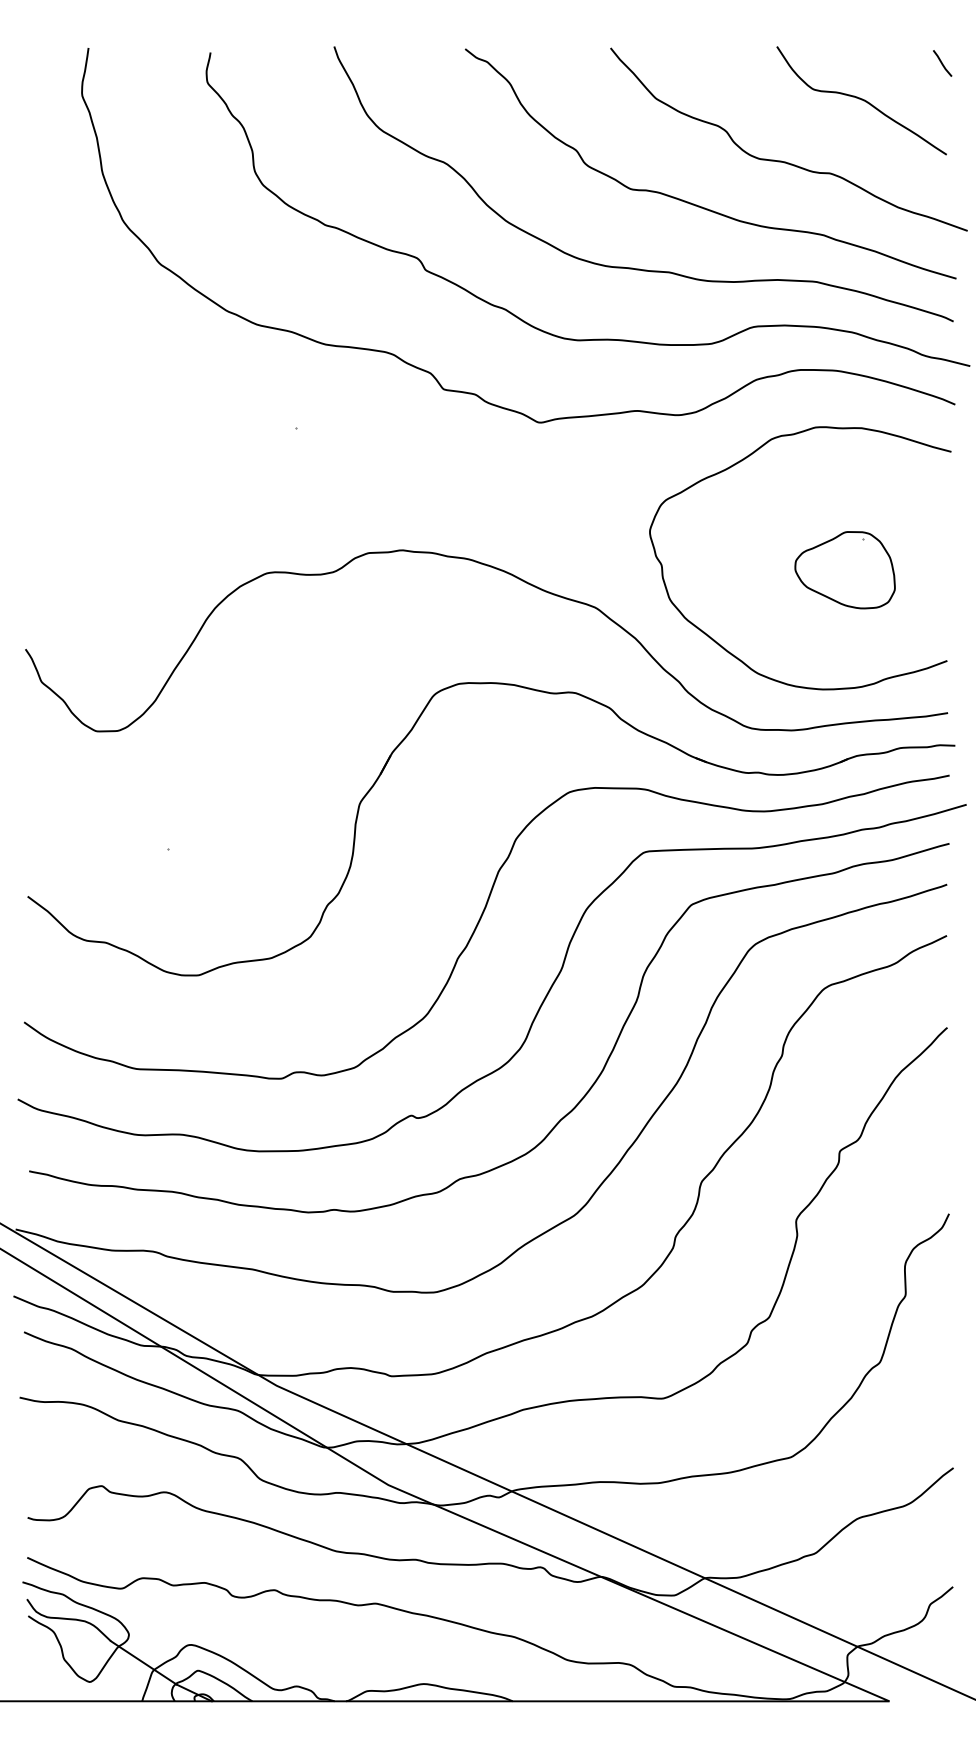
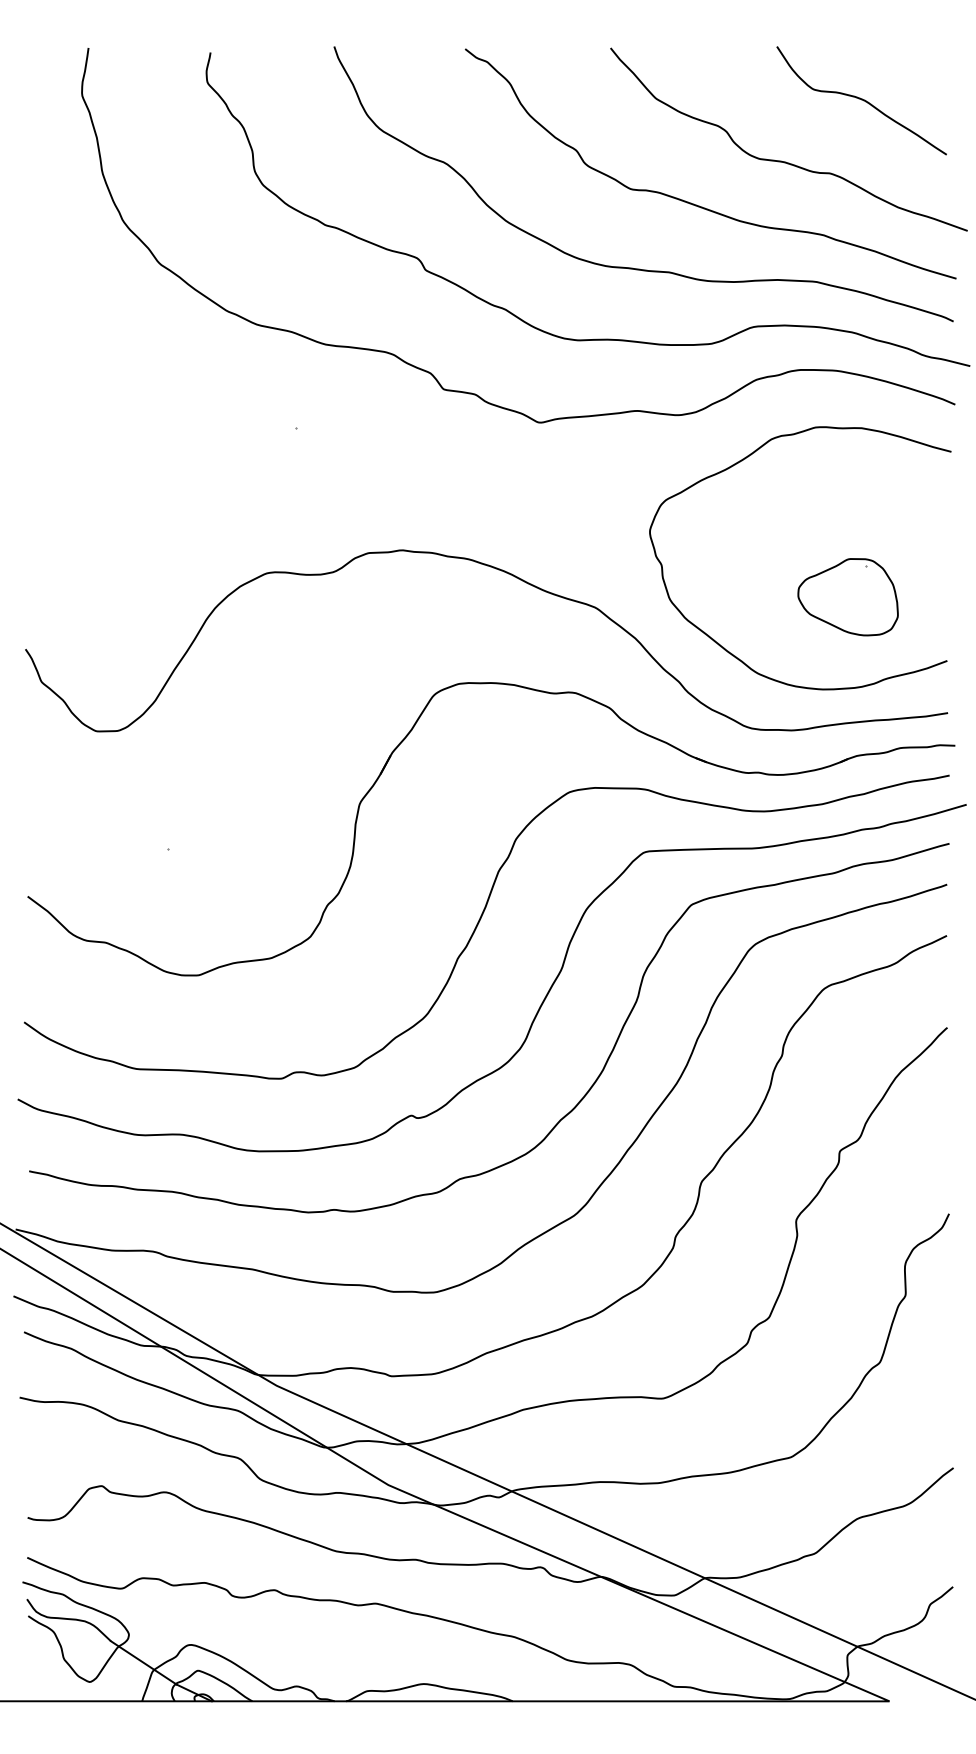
line at (942, 63): present -> none
part at (844, 570) position: (844, 570) -> (847, 597)
